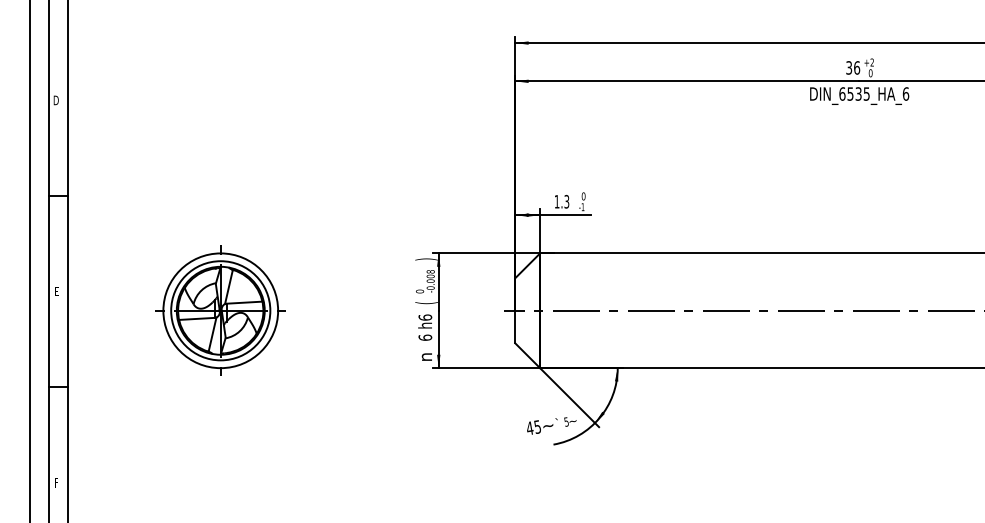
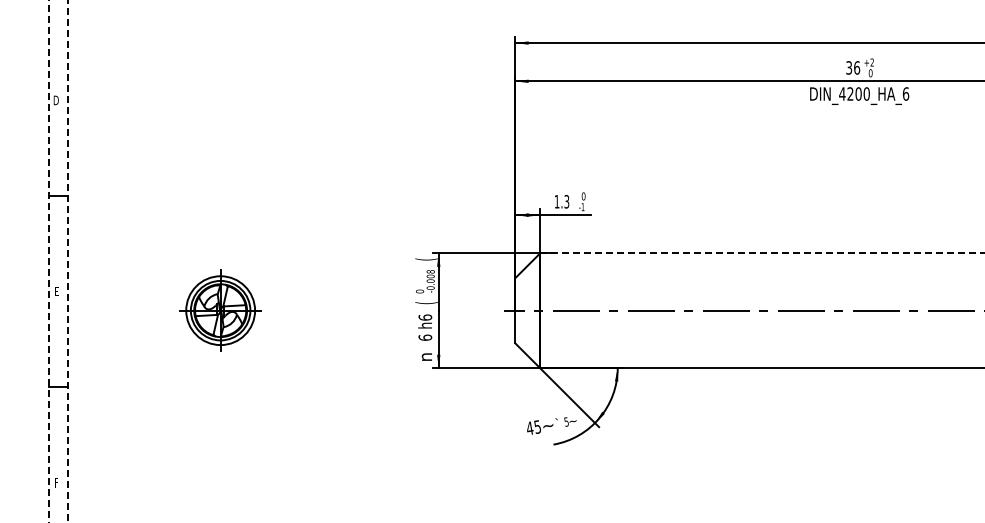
text at (854, 93): DIN_6535_HA_6 -> DIN_4200_HA_6
line at (762, 253): solid -> dashed
text at (426, 259): ) -> (
line at (29, 260): present -> none
line at (48, 261): solid -> dashed
line at (67, 261): solid -> dashed
part at (220, 310) size: 131x131 px -> 83x83 px
